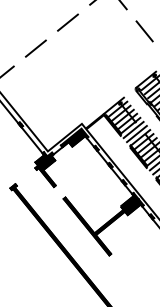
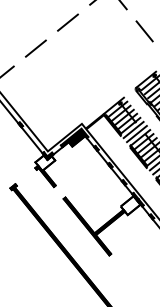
fill at (45, 162): present -> none
fill at (130, 205): present -> none
